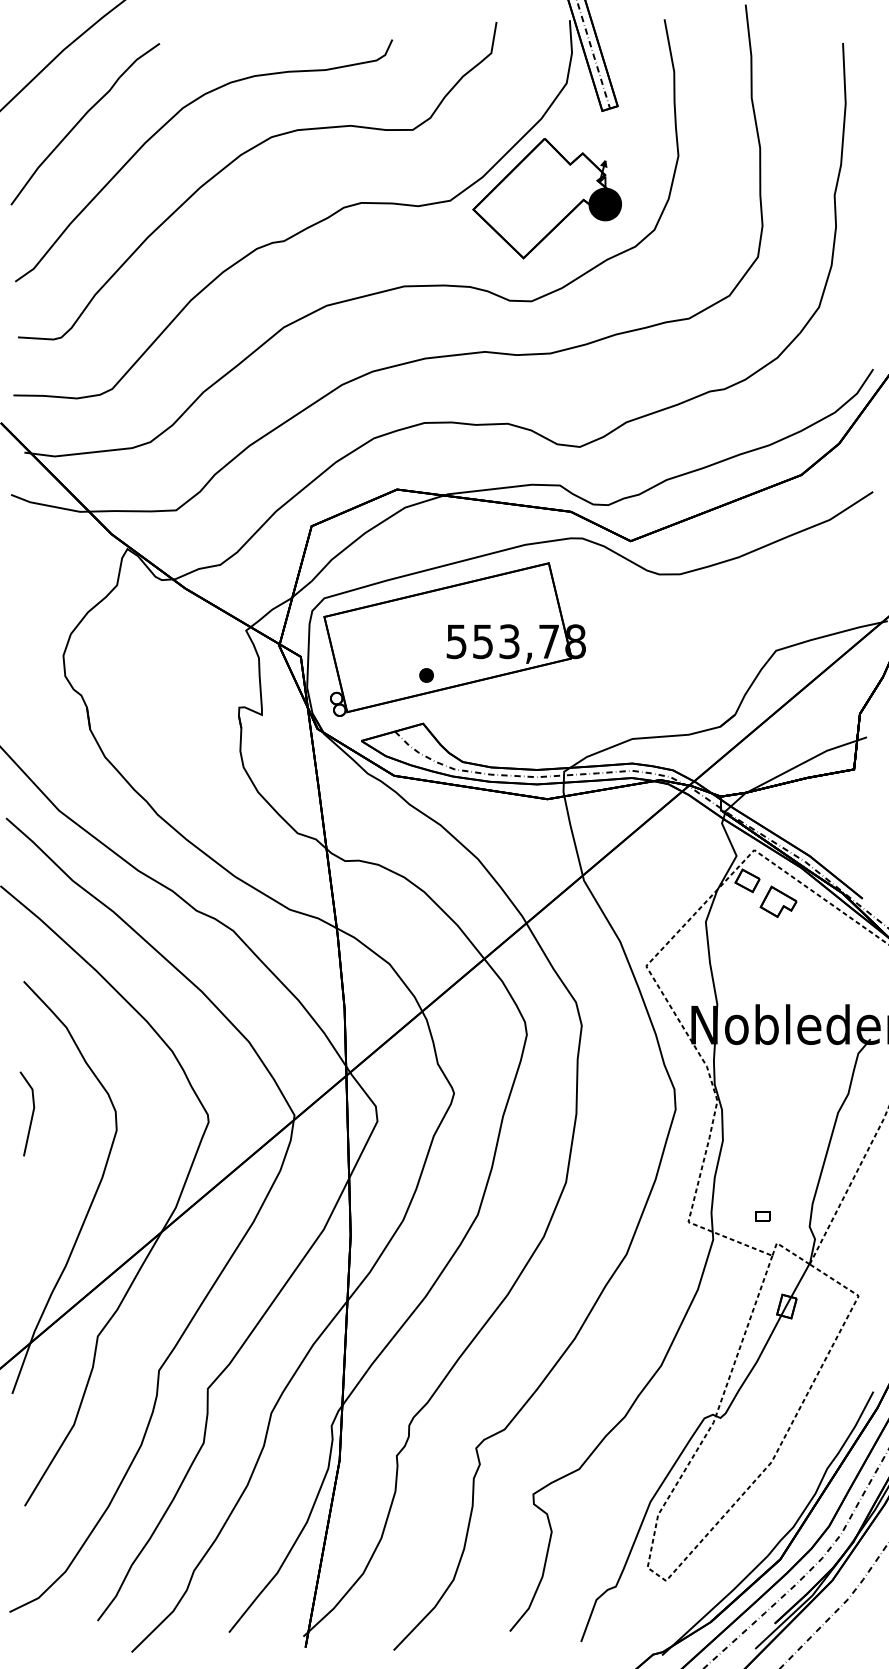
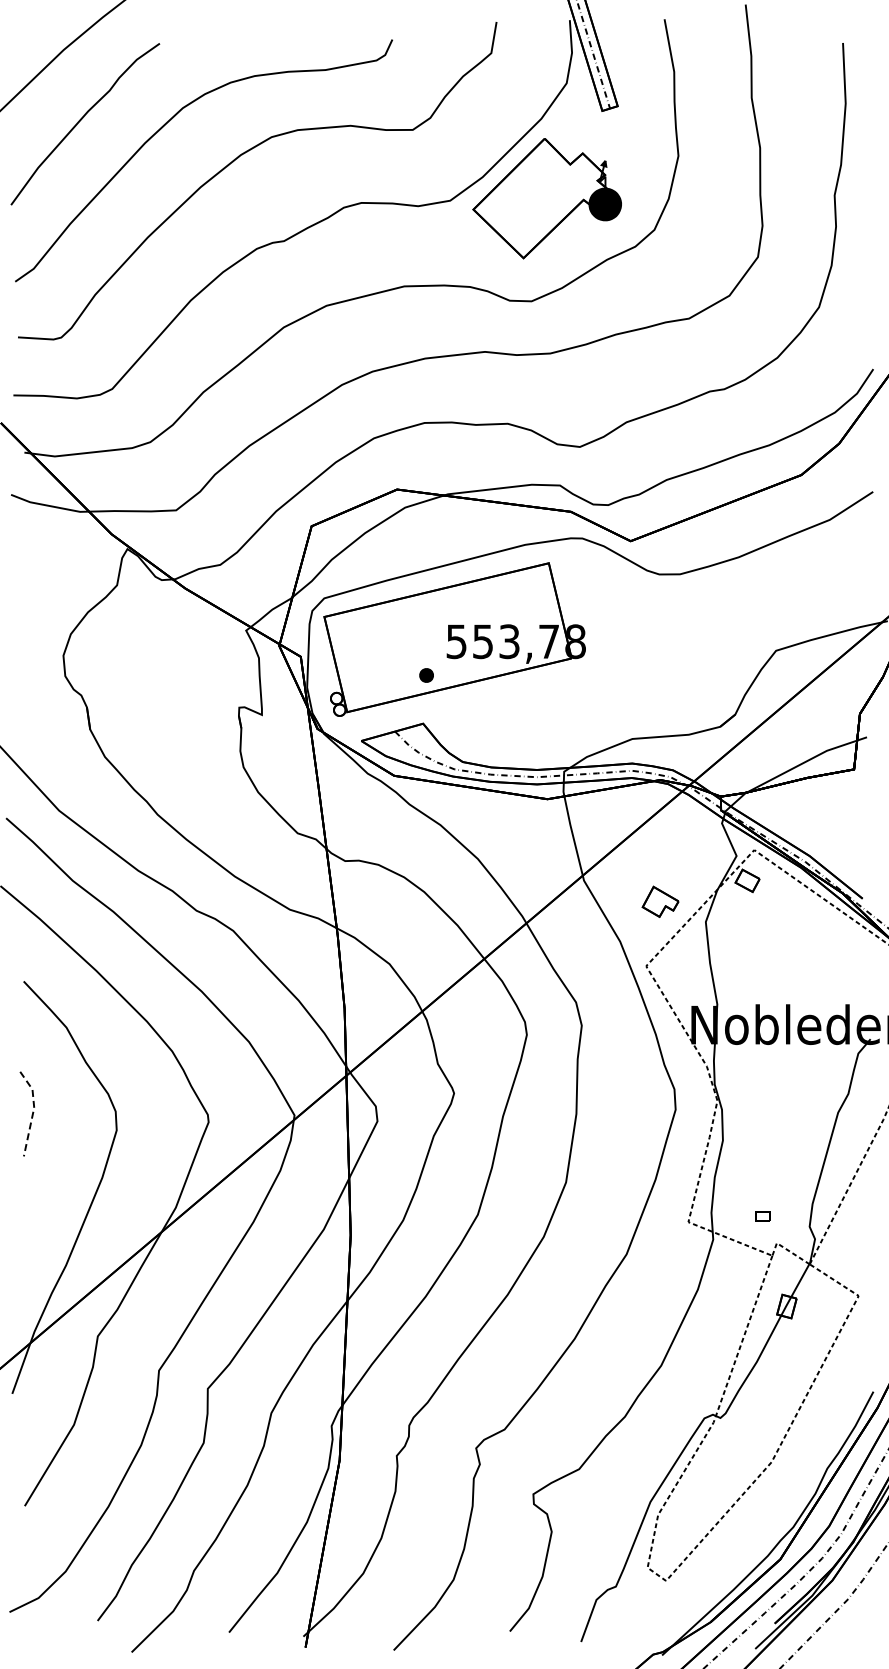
part at (778, 901) position: (778, 901) -> (660, 901)
line at (33, 1111): solid -> dashed
